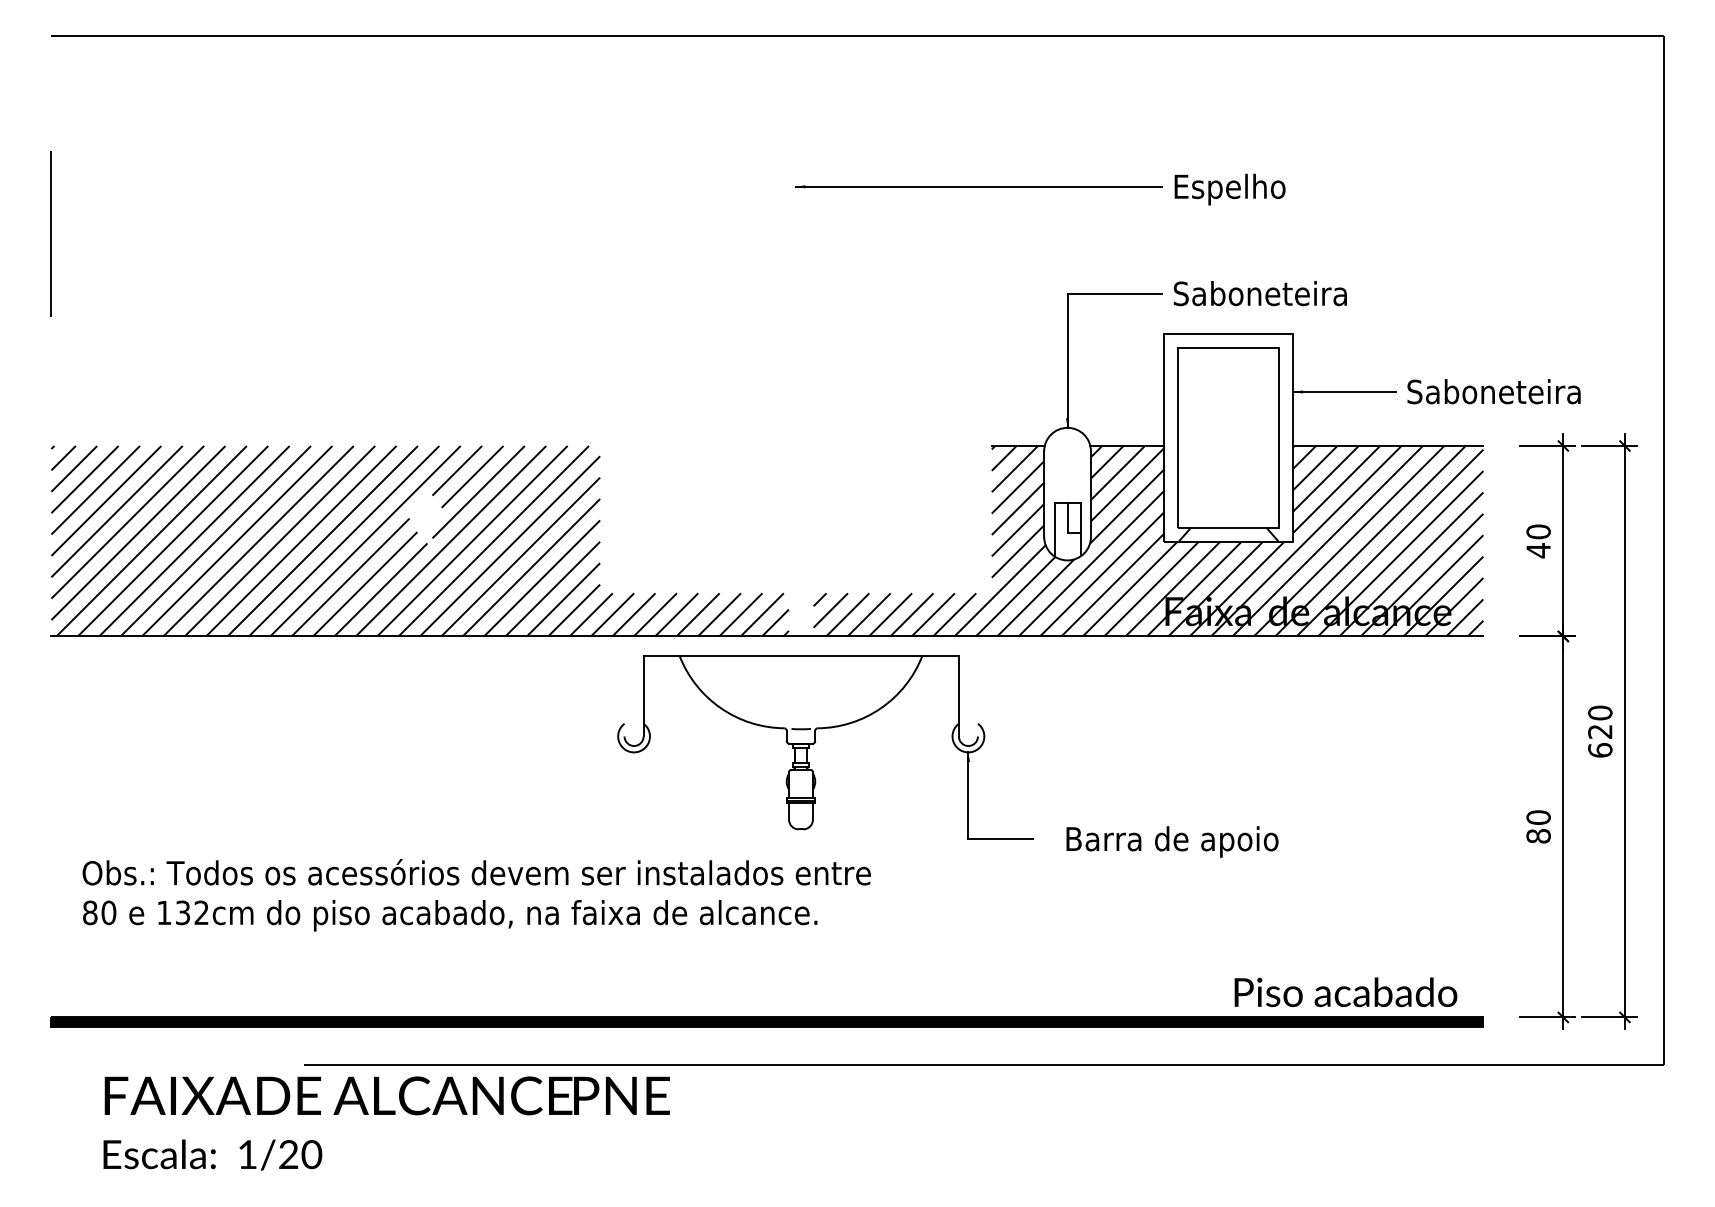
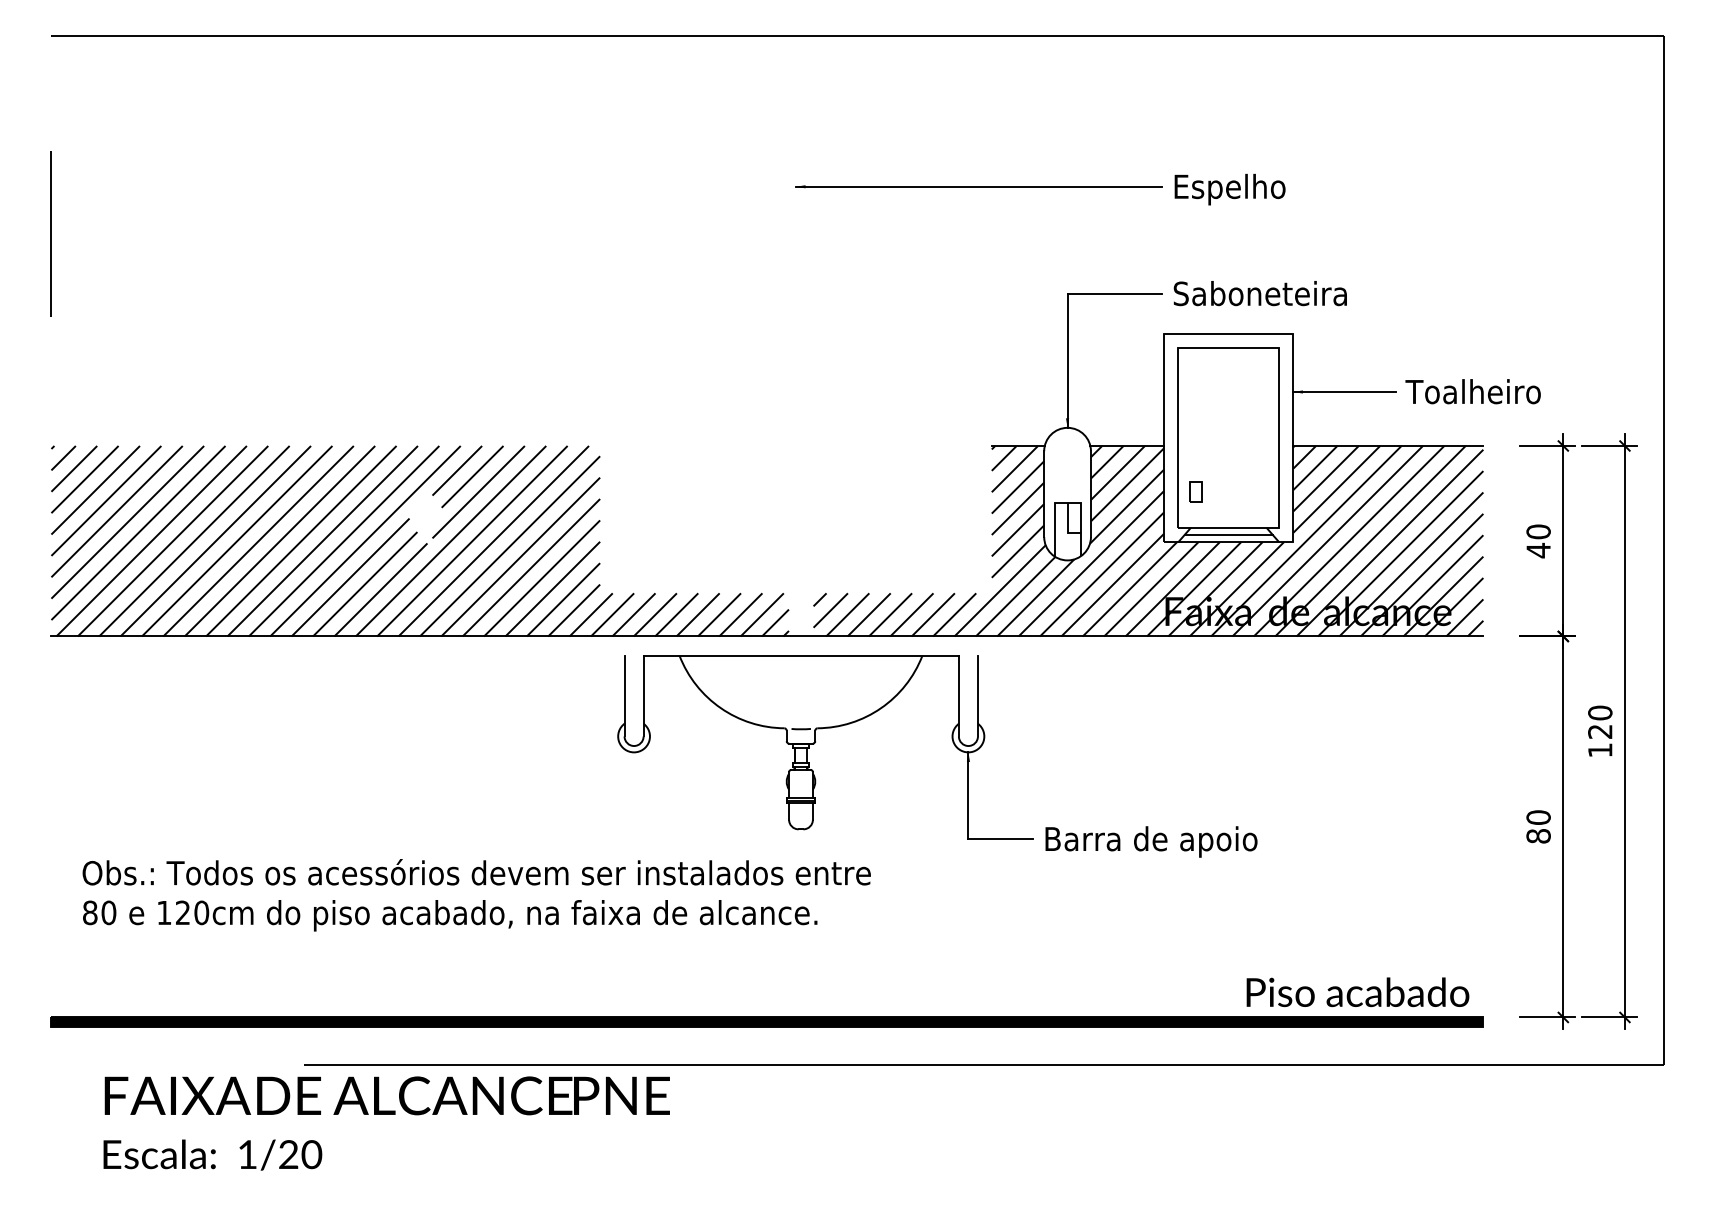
text at (1492, 391): Saboneteira -> Toalheiro
part at (1195, 491): none -> present
line at (1228, 535): none -> present
line at (624, 695): none -> present
line at (977, 695): none -> present
text at (1600, 750): 620 -> 120
text at (1172, 841) position: (1172, 841) -> (1151, 841)
text at (192, 912): 132cm -> 120cm
text at (1345, 992) position: (1345, 992) -> (1357, 992)
